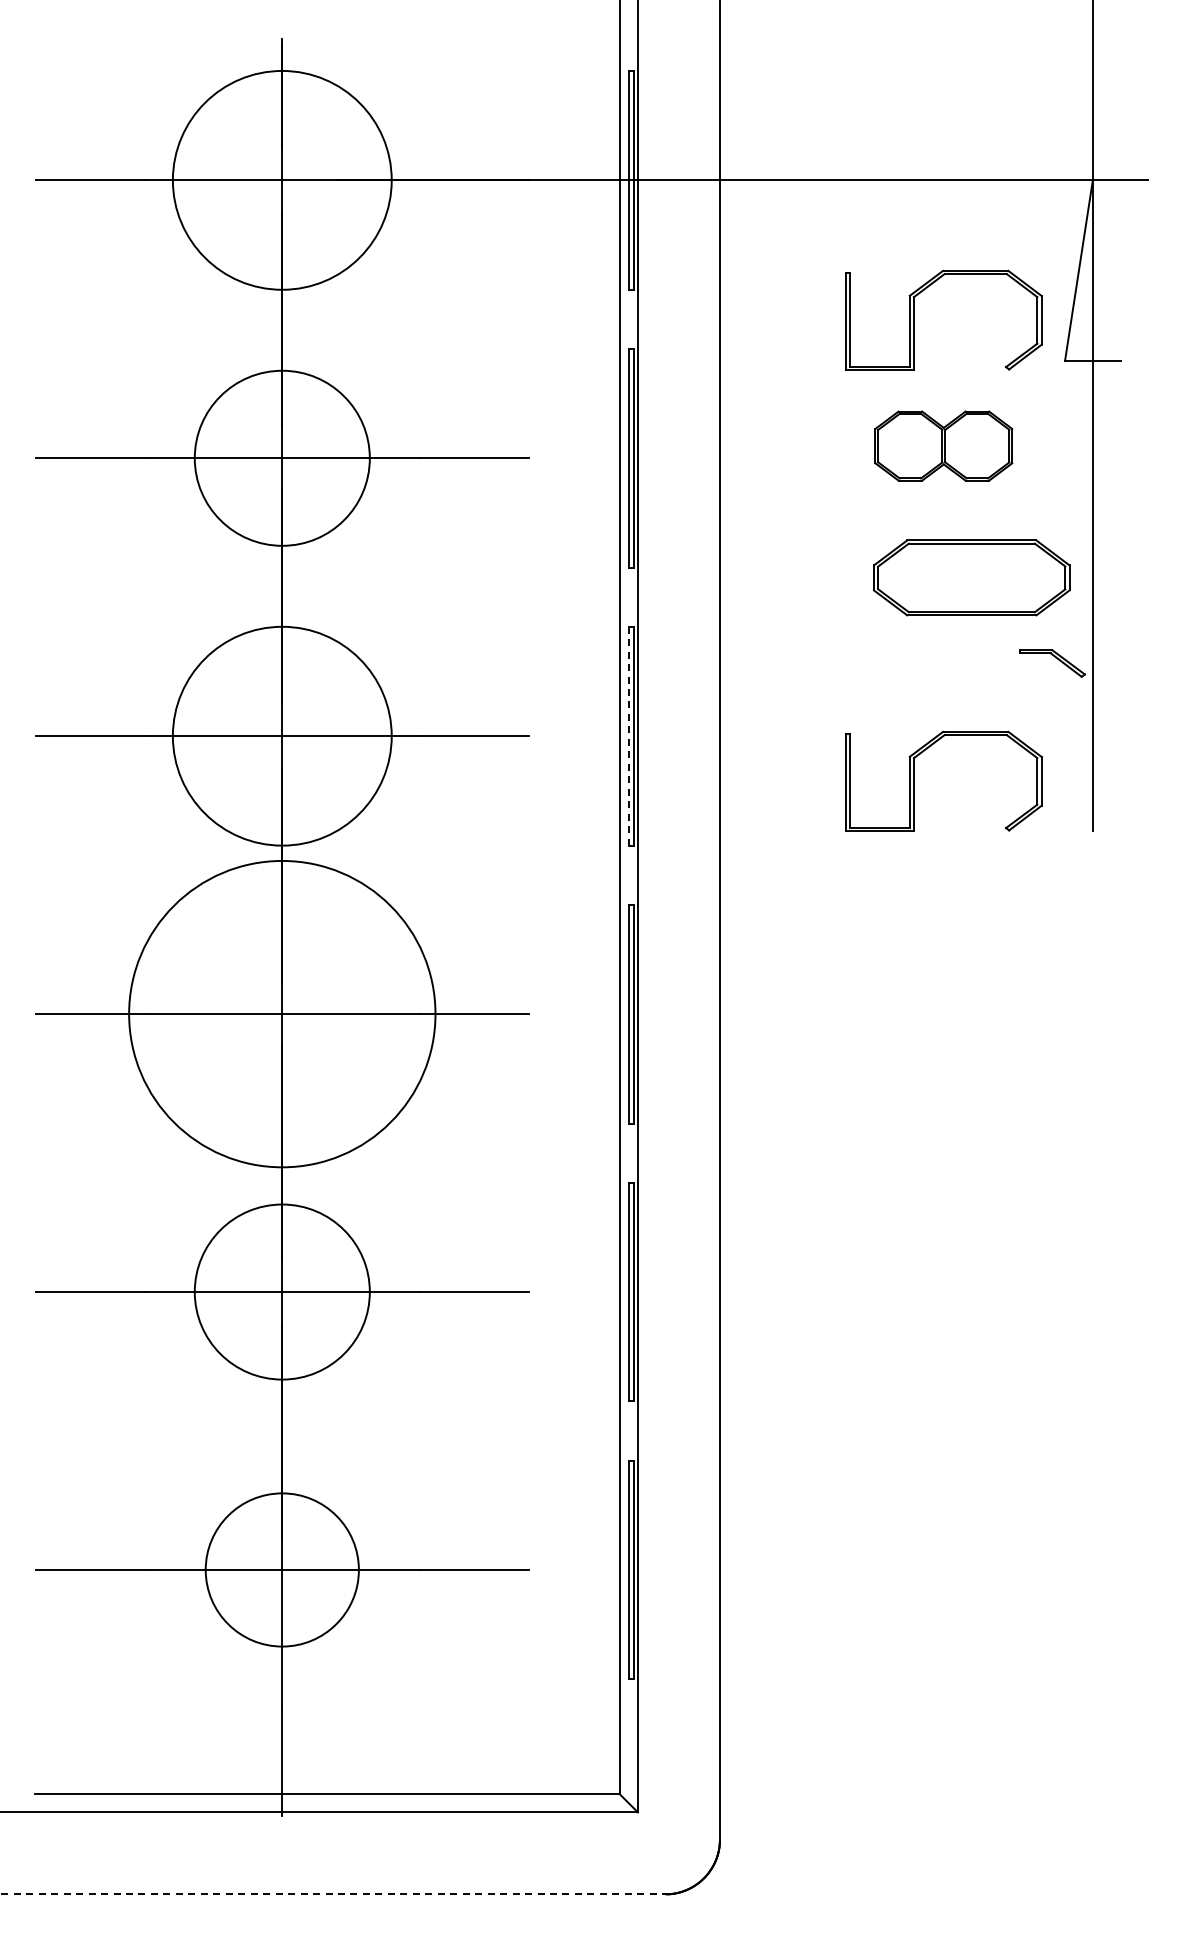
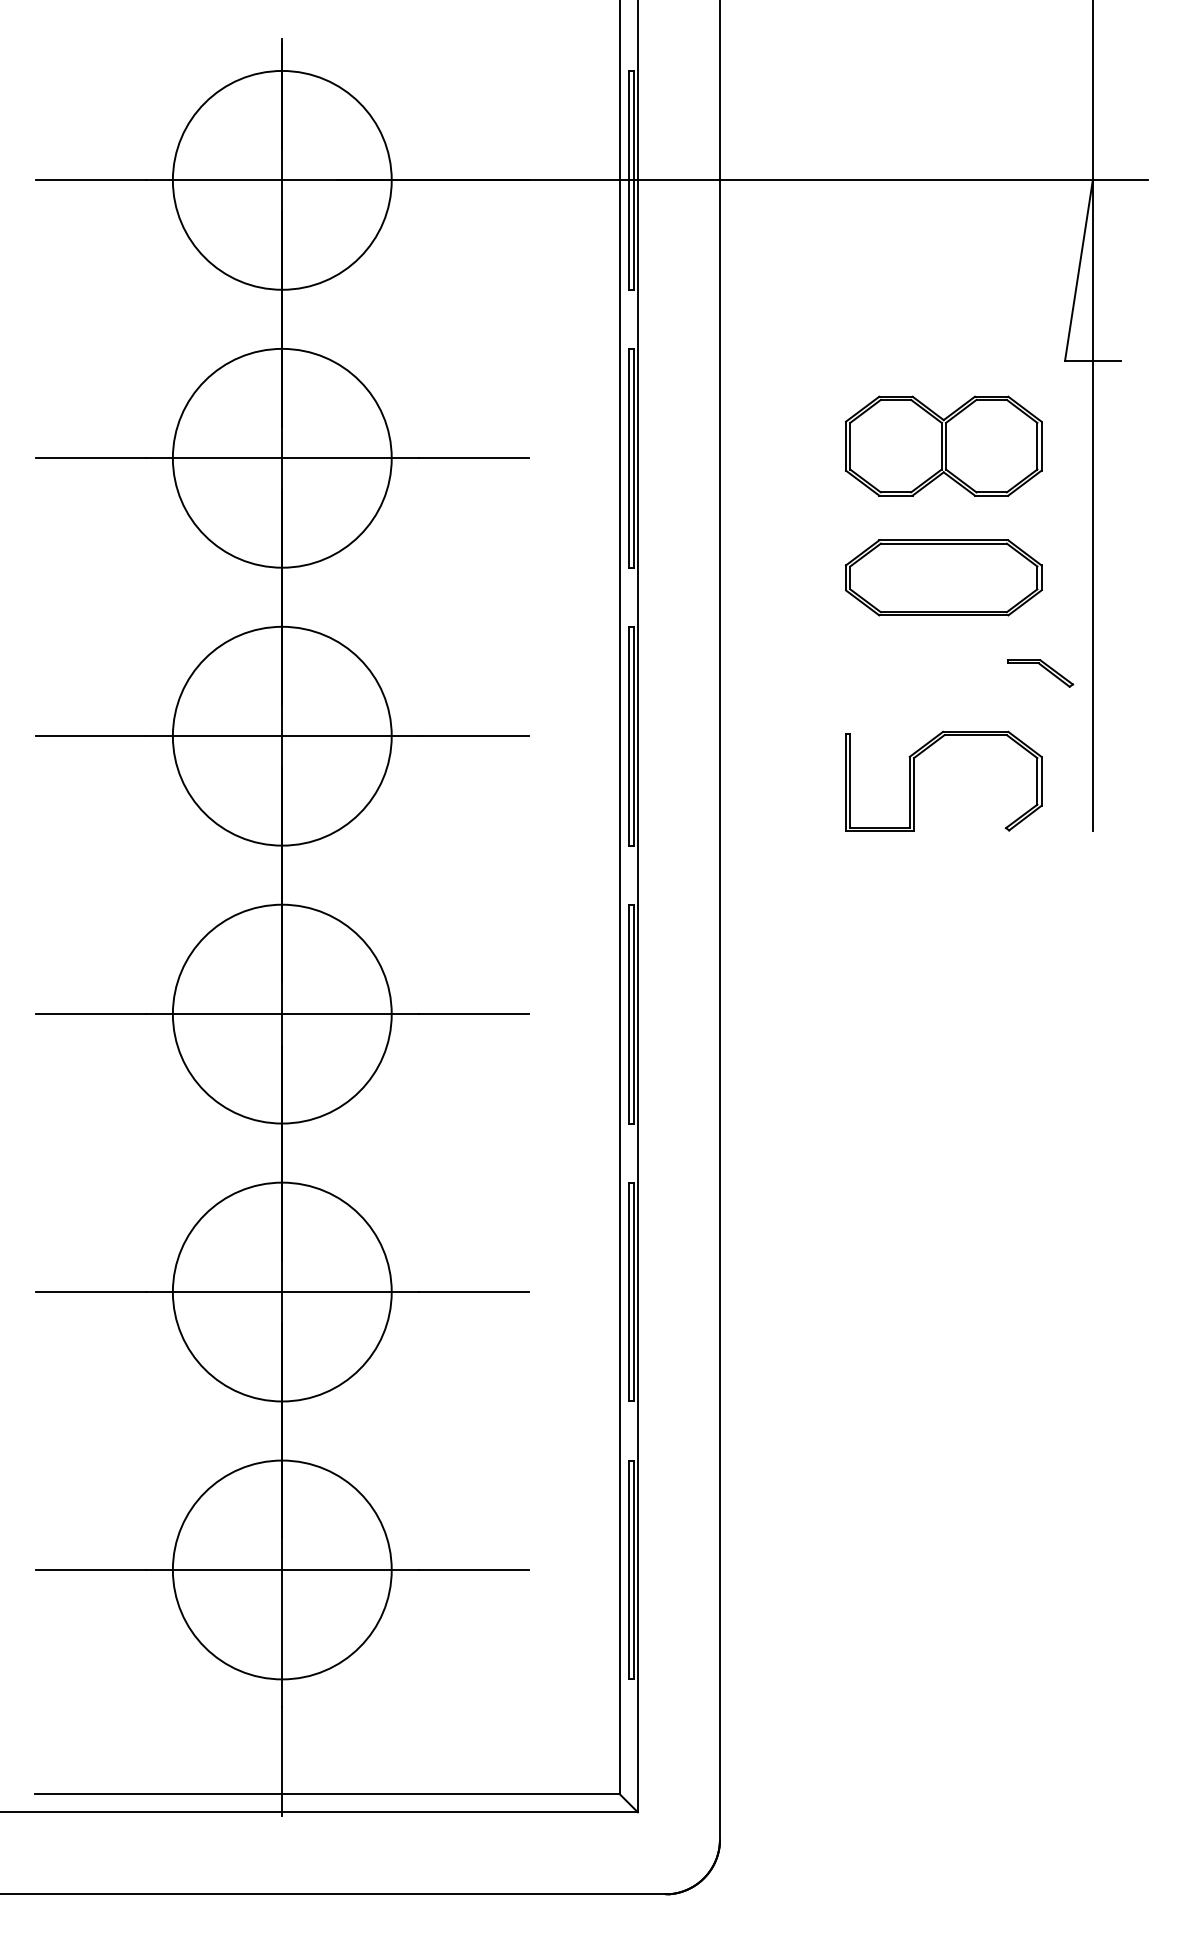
part at (914, 319): present -> none
part at (943, 445) size: 140x72 px -> 198x102 px
circle at (281, 457) diameter: 175 px -> 219 px
part at (971, 577) position: (971, 577) -> (943, 577)
part at (1052, 663) position: (1052, 663) -> (1040, 673)
line at (628, 735): dashed -> solid
circle at (282, 1013) diameter: 306 px -> 219 px
circle at (281, 1291) diameter: 175 px -> 219 px
circle at (281, 1569) diameter: 153 px -> 219 px
line at (333, 1894): dashed -> solid
